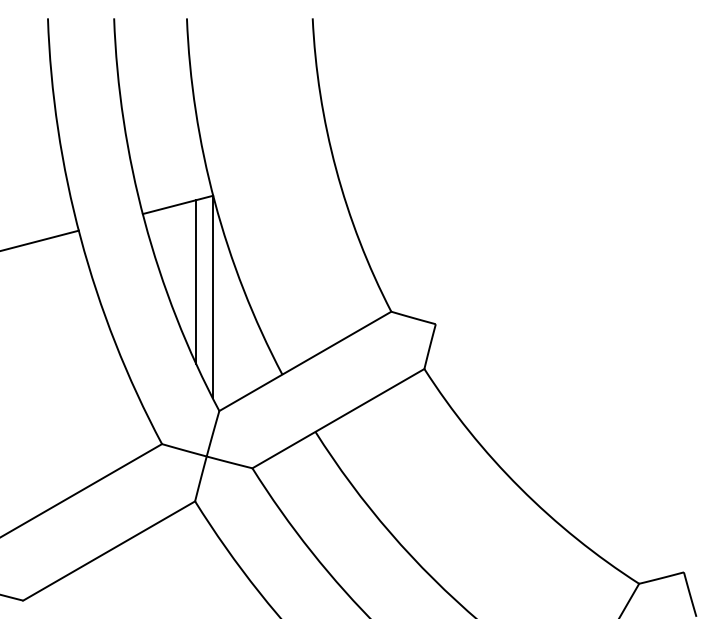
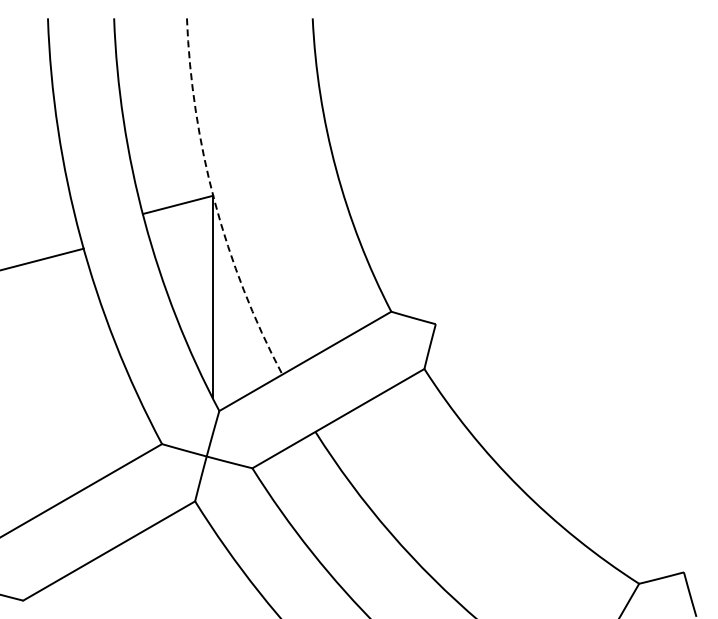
arc at (214, 201): solid -> dashed
line at (40, 240) position: (40, 240) -> (42, 258)
line at (196, 282): present -> none
